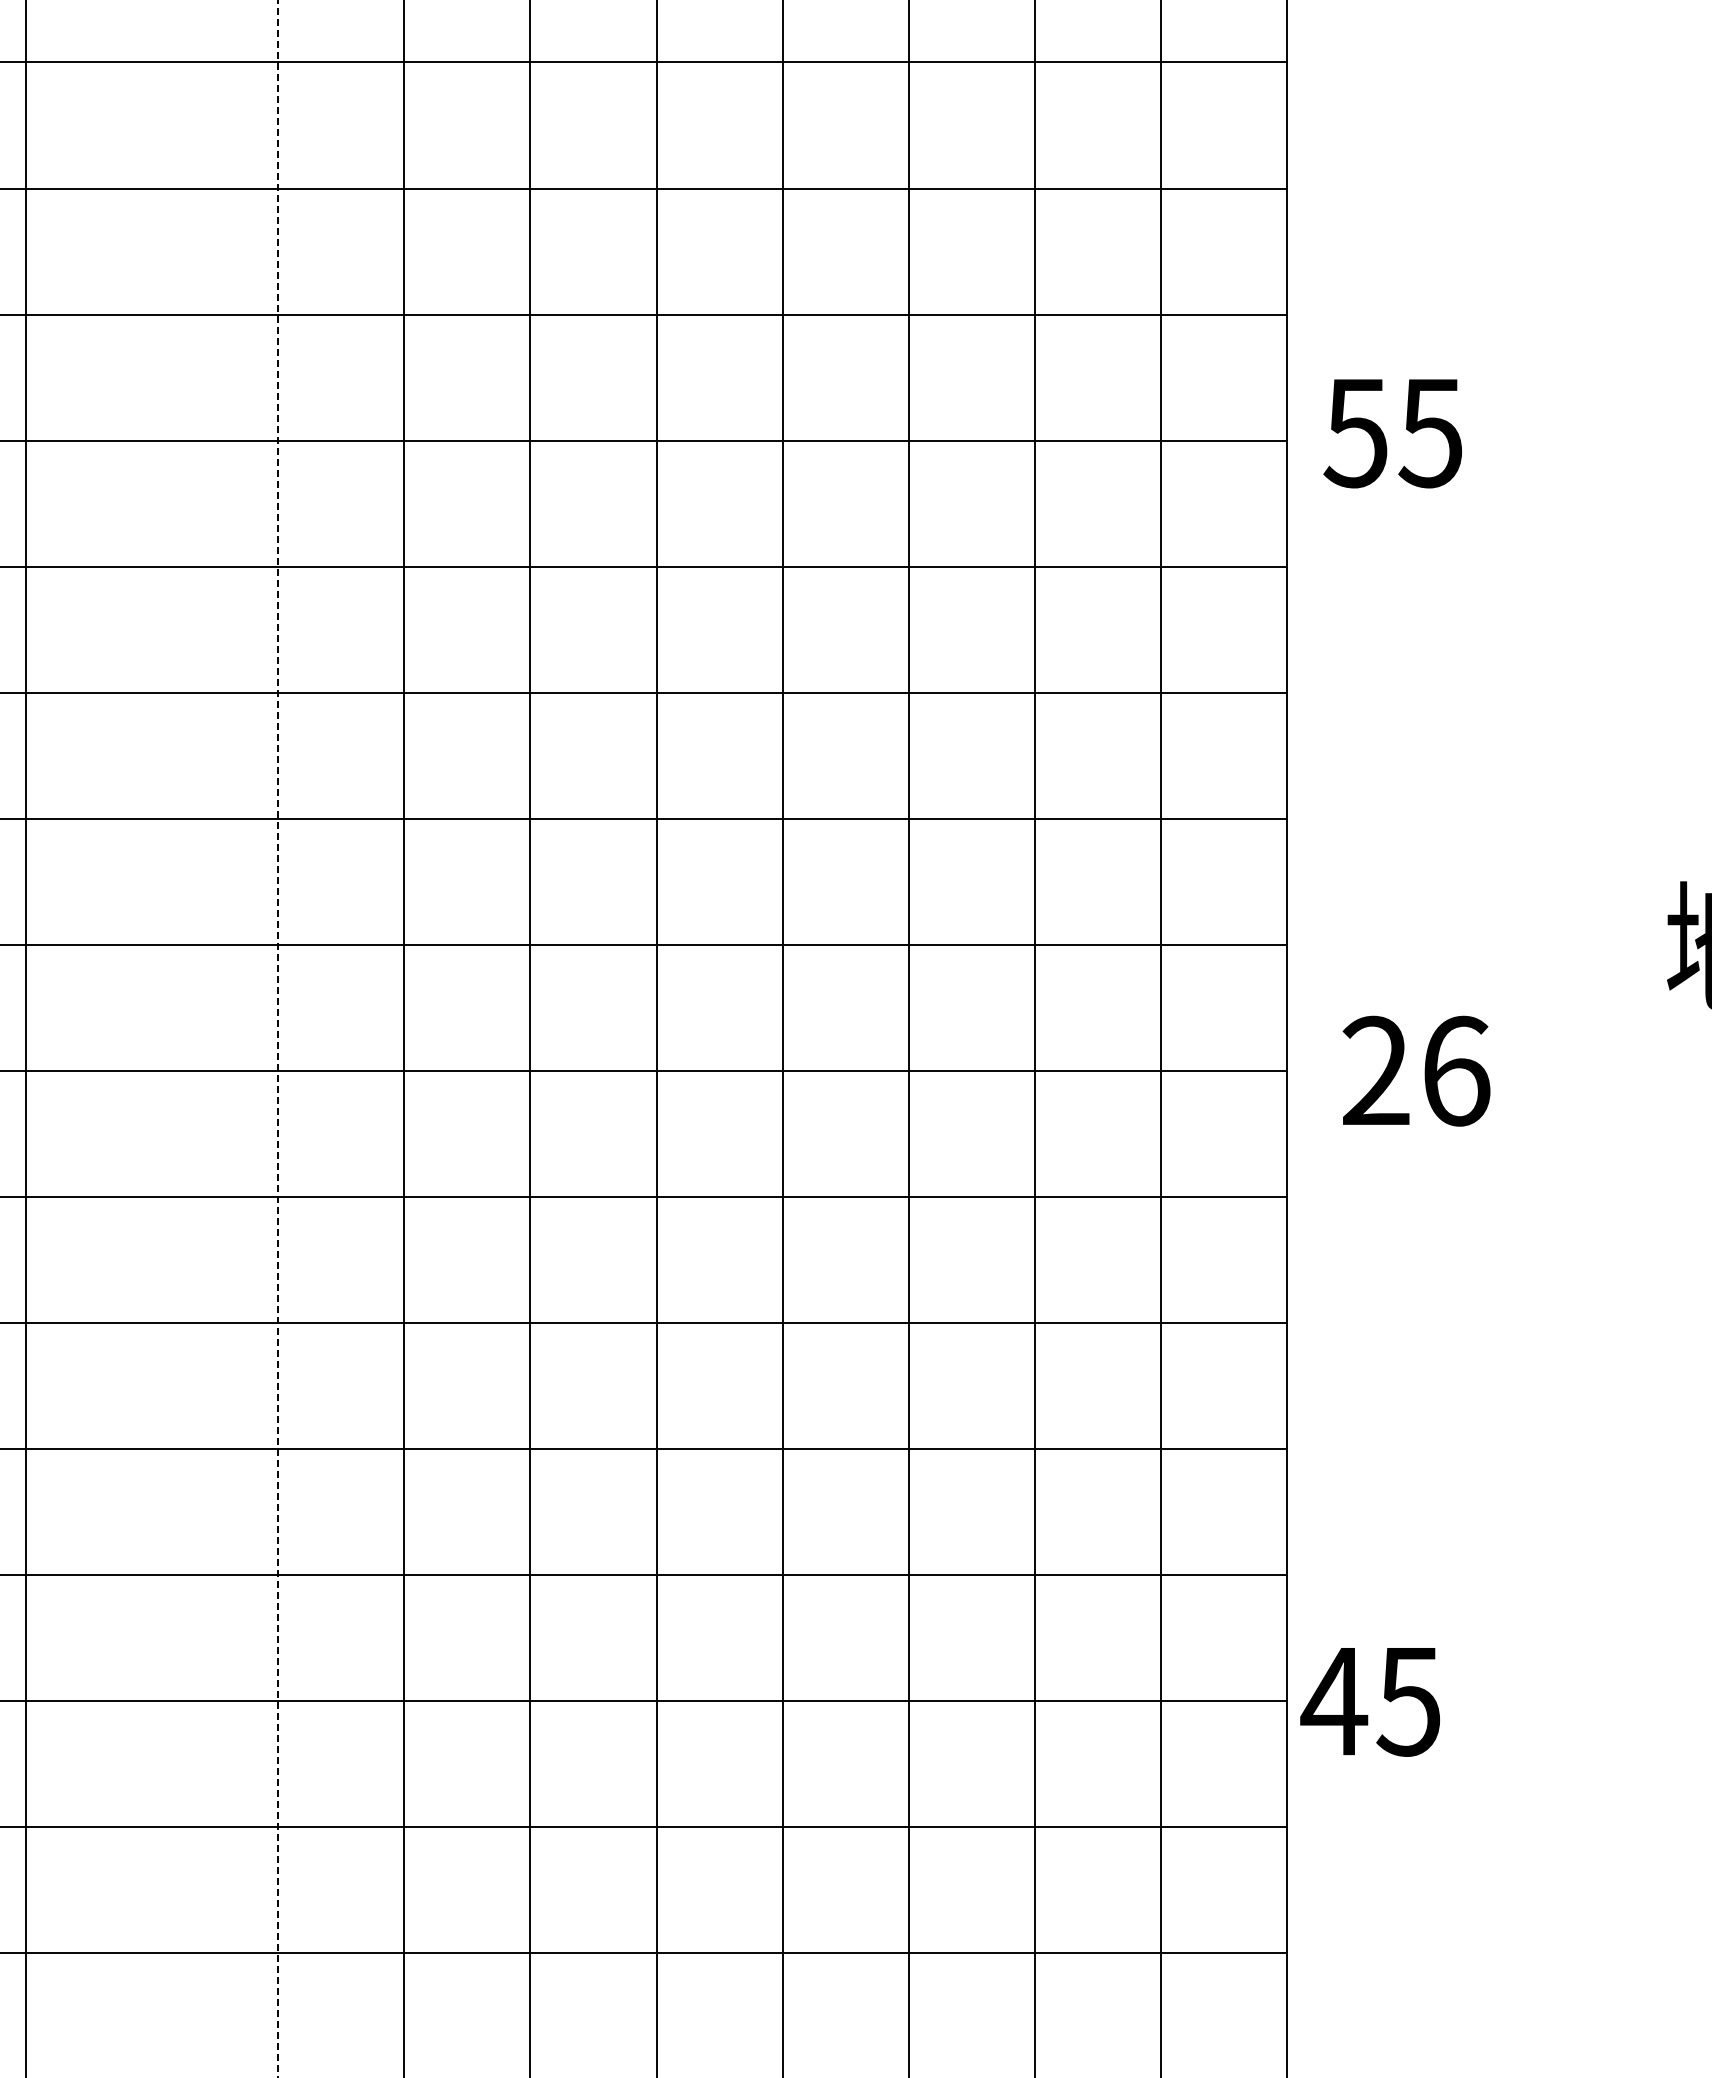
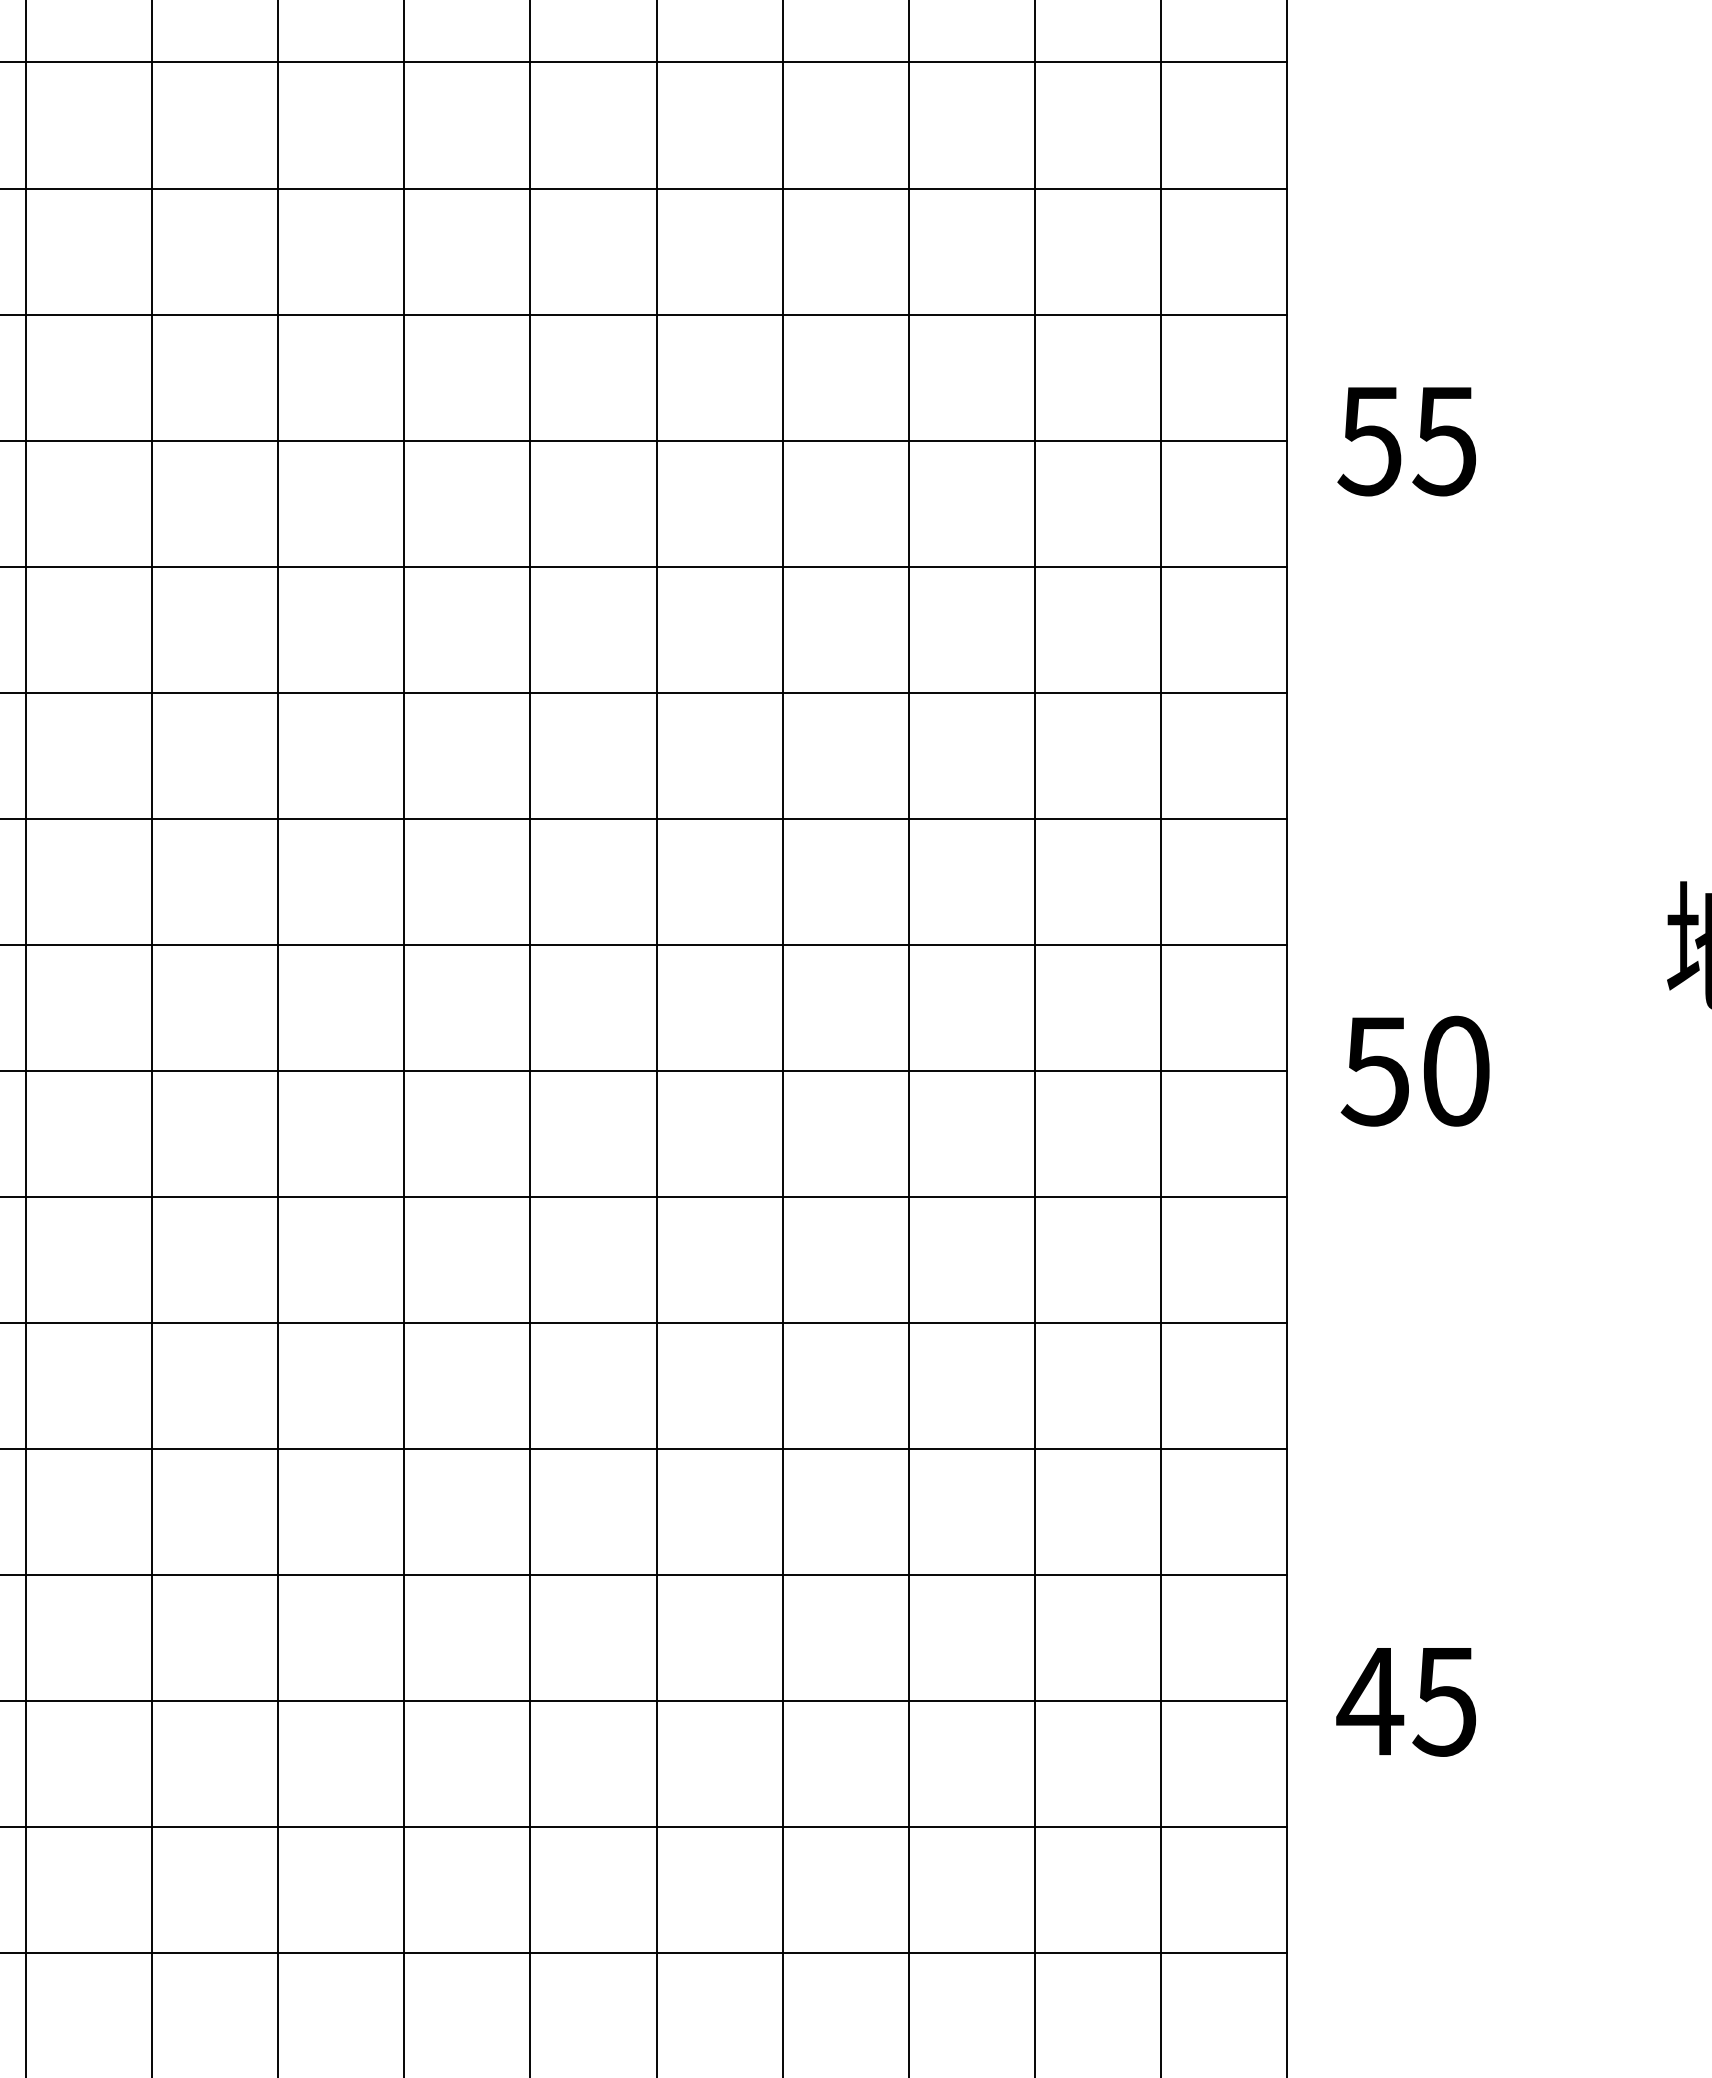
text at (1392, 433) position: (1392, 433) -> (1406, 441)
line at (152, 1038): none -> present
line at (278, 1038): dashed -> solid
text at (1415, 1070): 26 -> 50
text at (1369, 1702) position: (1369, 1702) -> (1405, 1702)
